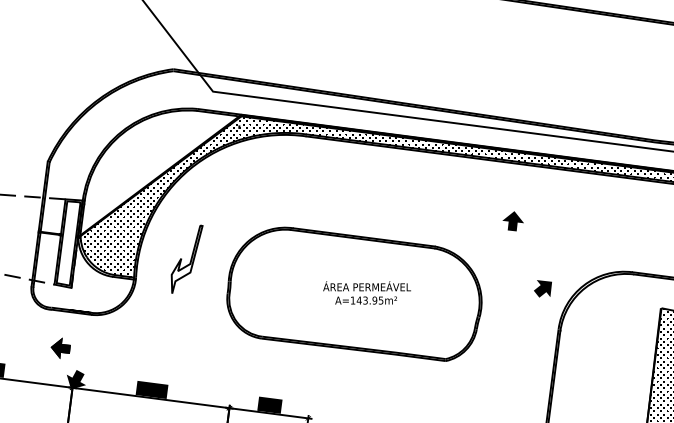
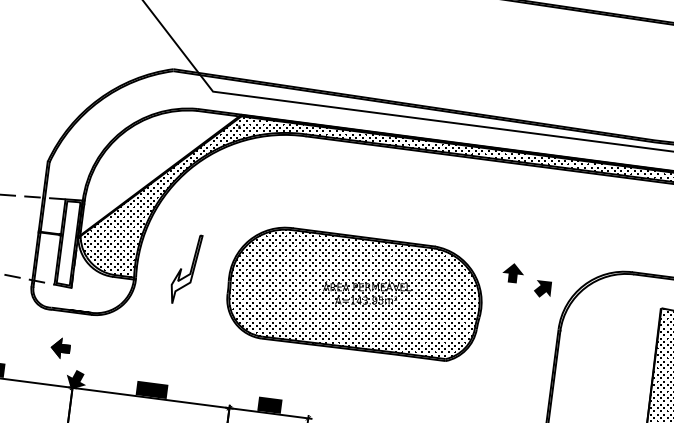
part at (512, 221) position: (512, 221) -> (512, 273)
part at (186, 258) position: (186, 258) -> (186, 268)
hatch at (354, 293): none -> present
